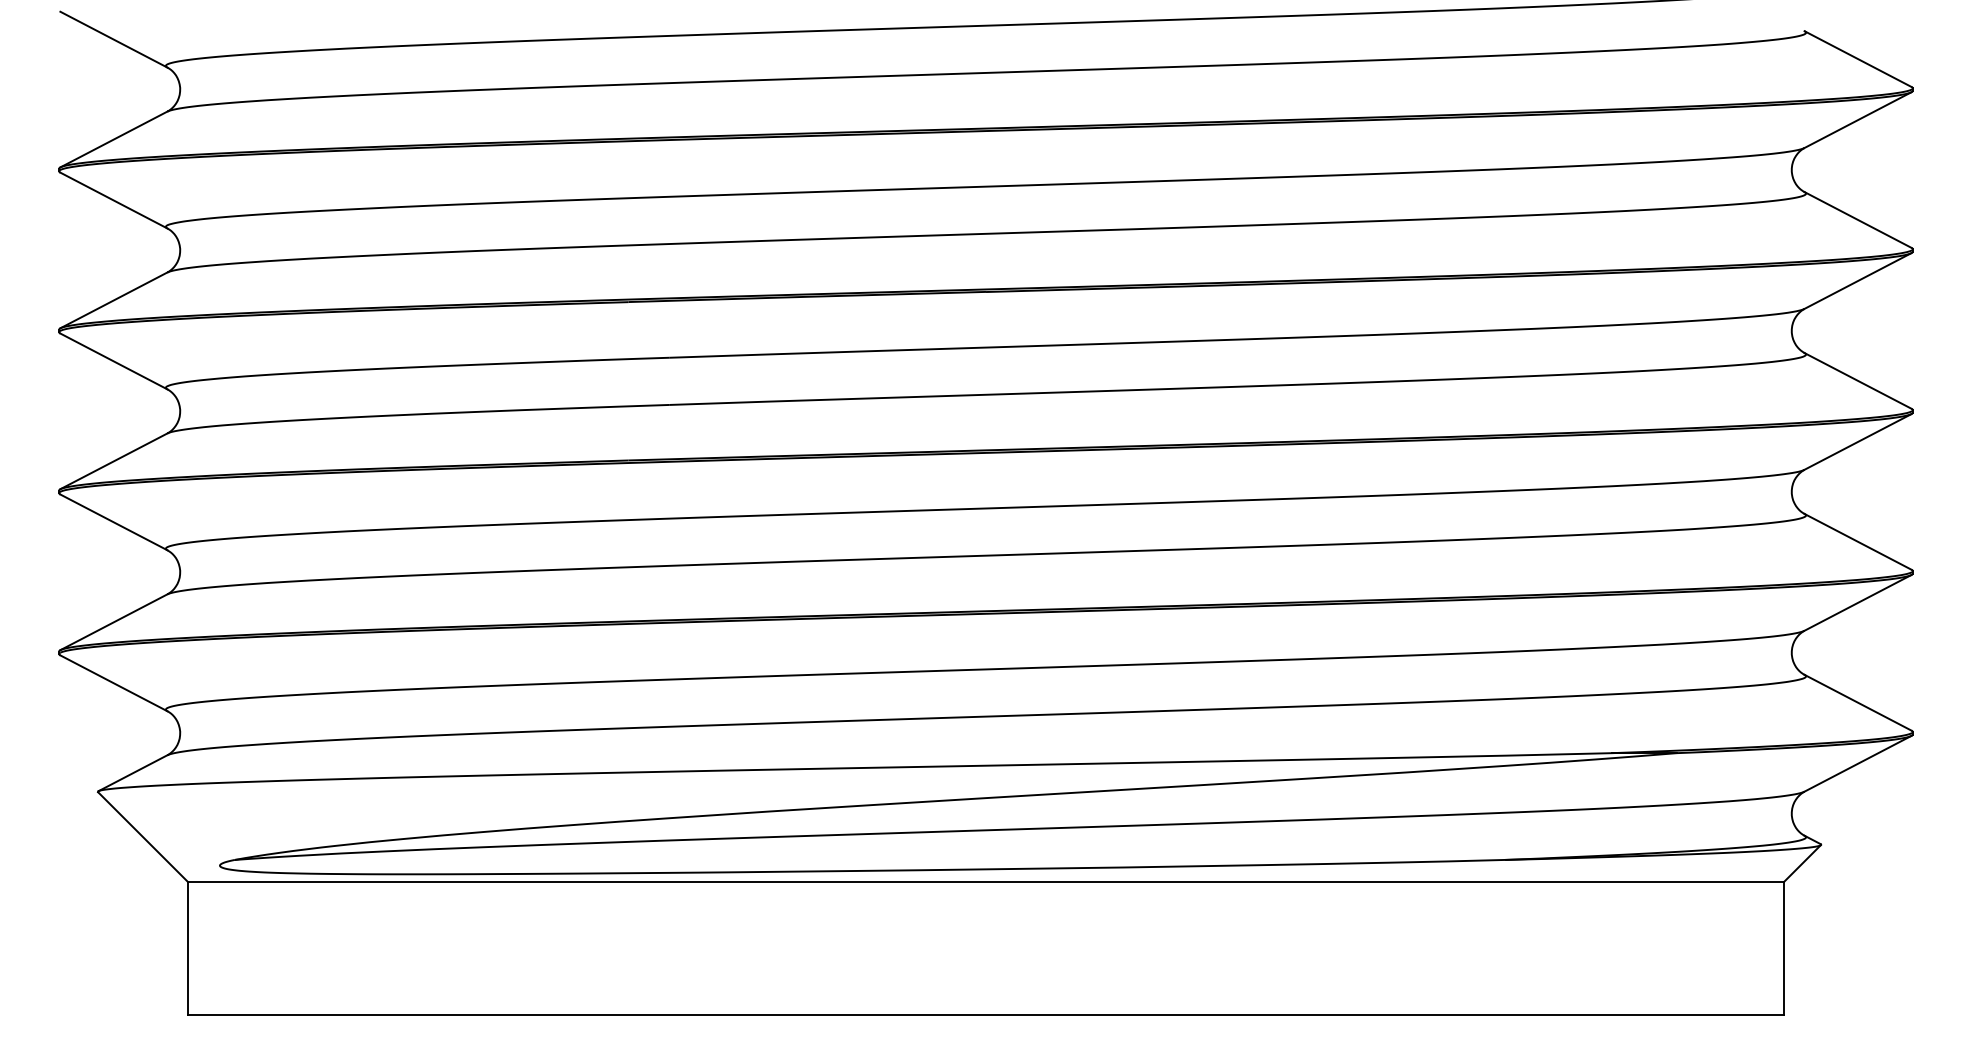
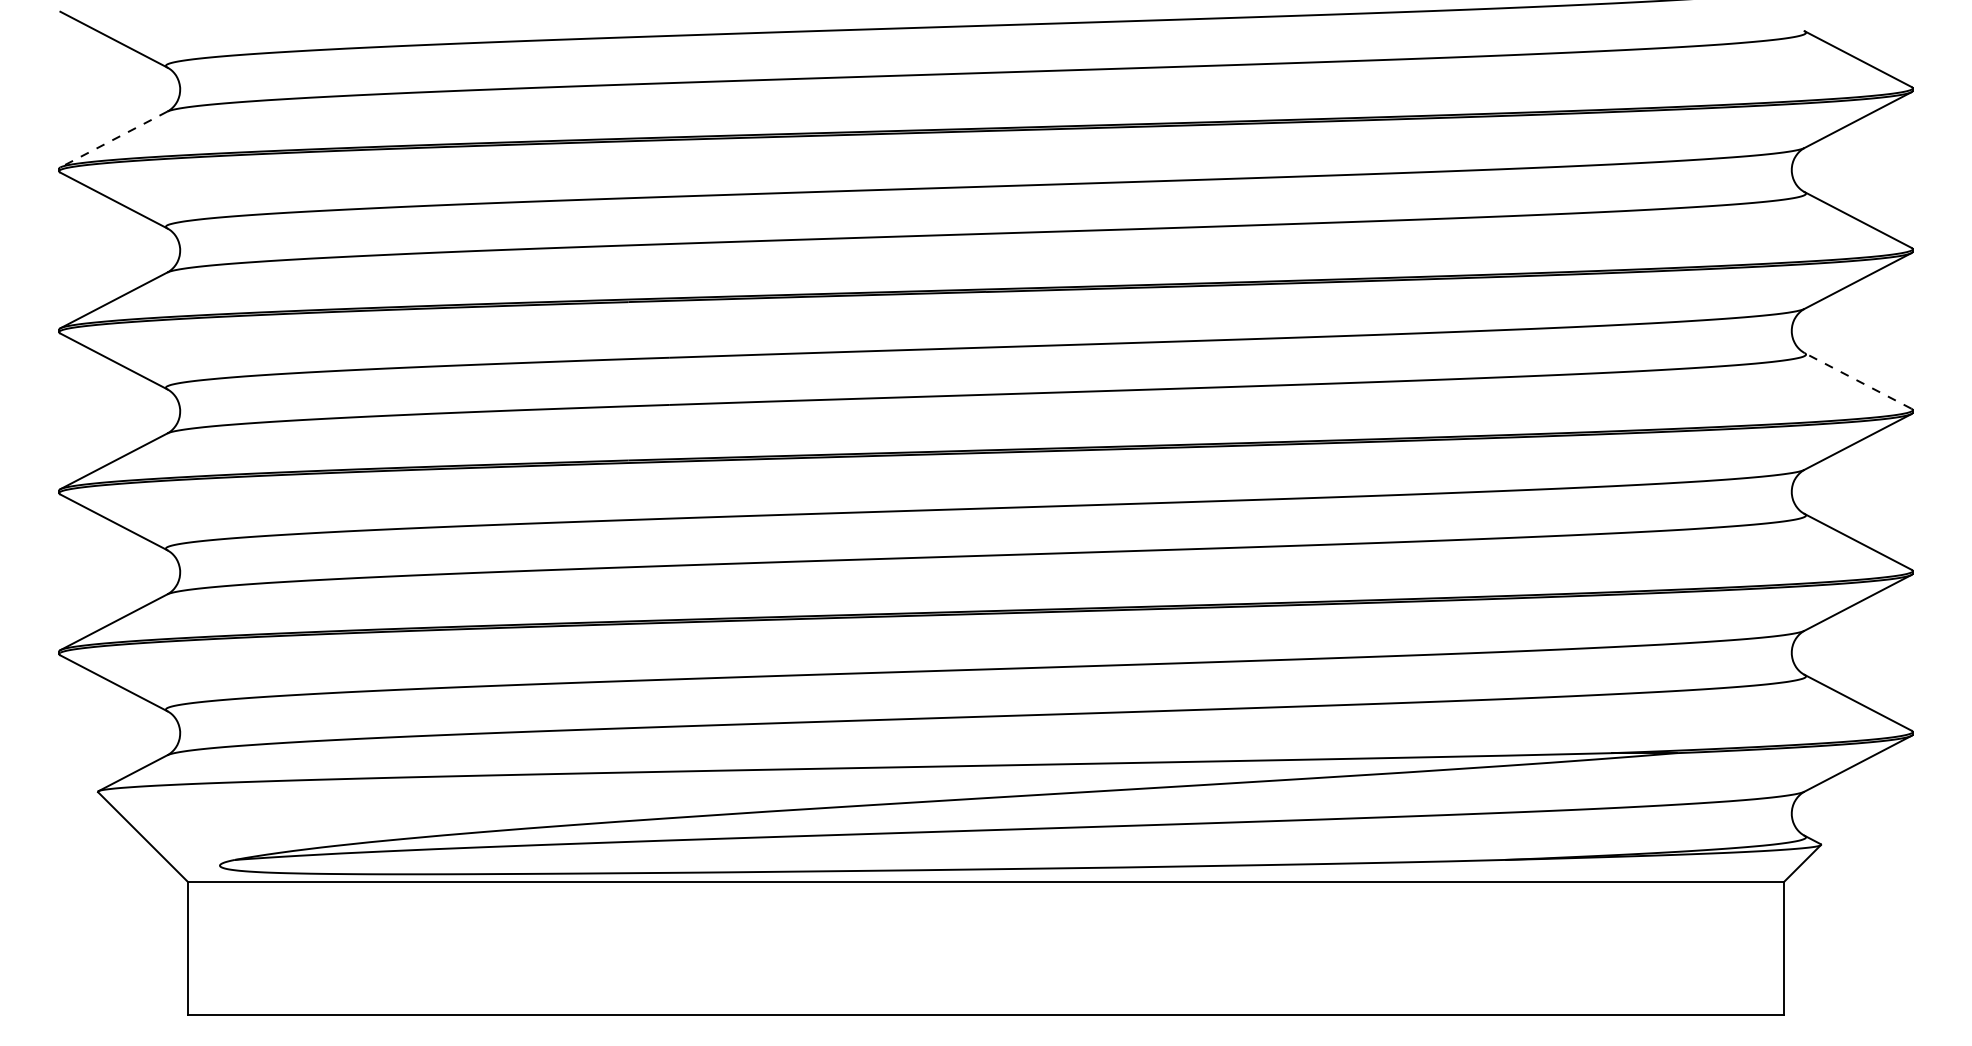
line at (113, 139): solid -> dashed
line at (1857, 380): solid -> dashed
